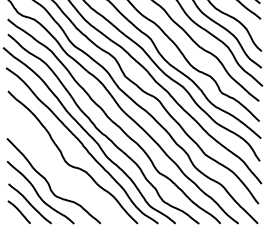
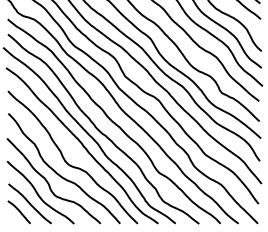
curve at (61, 175): none -> present
